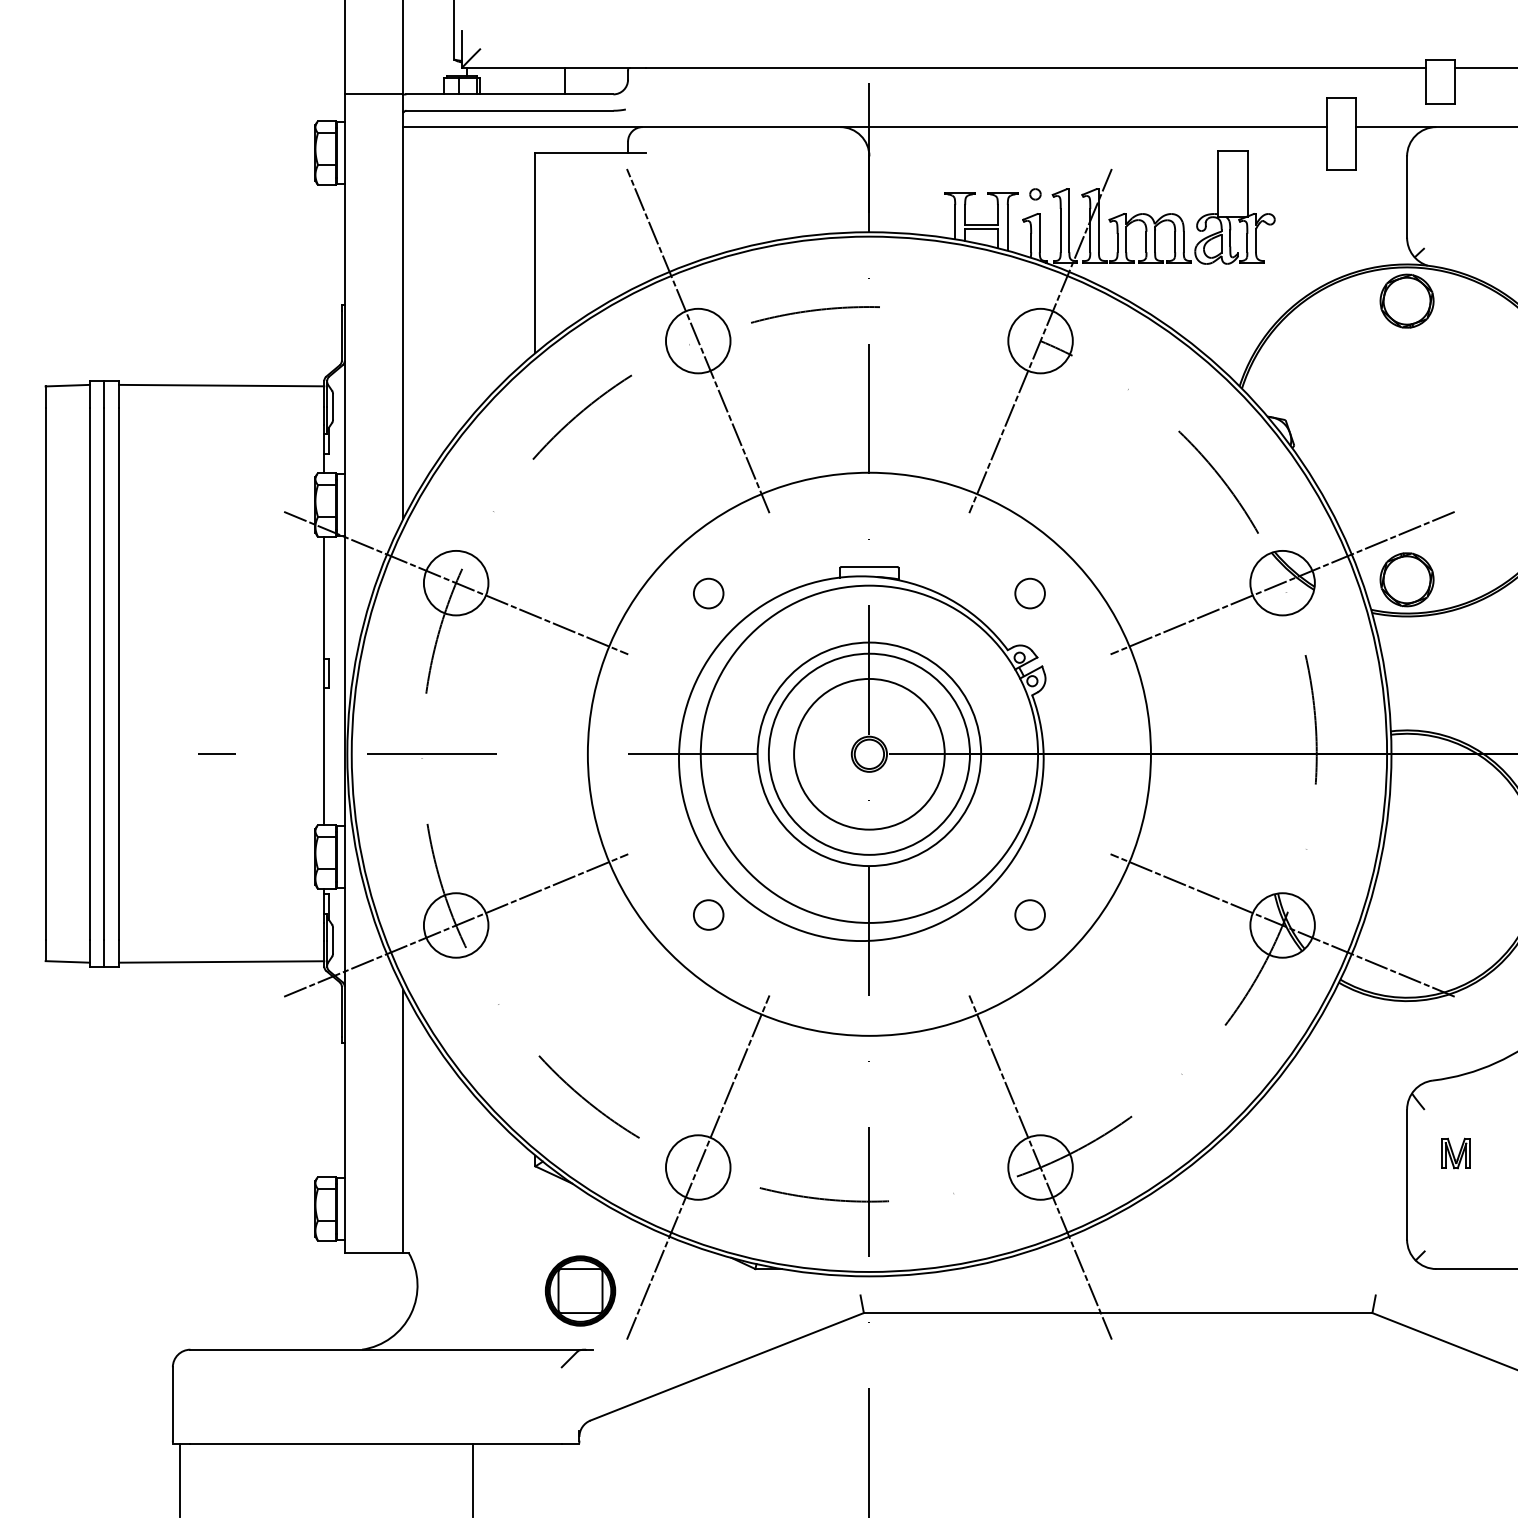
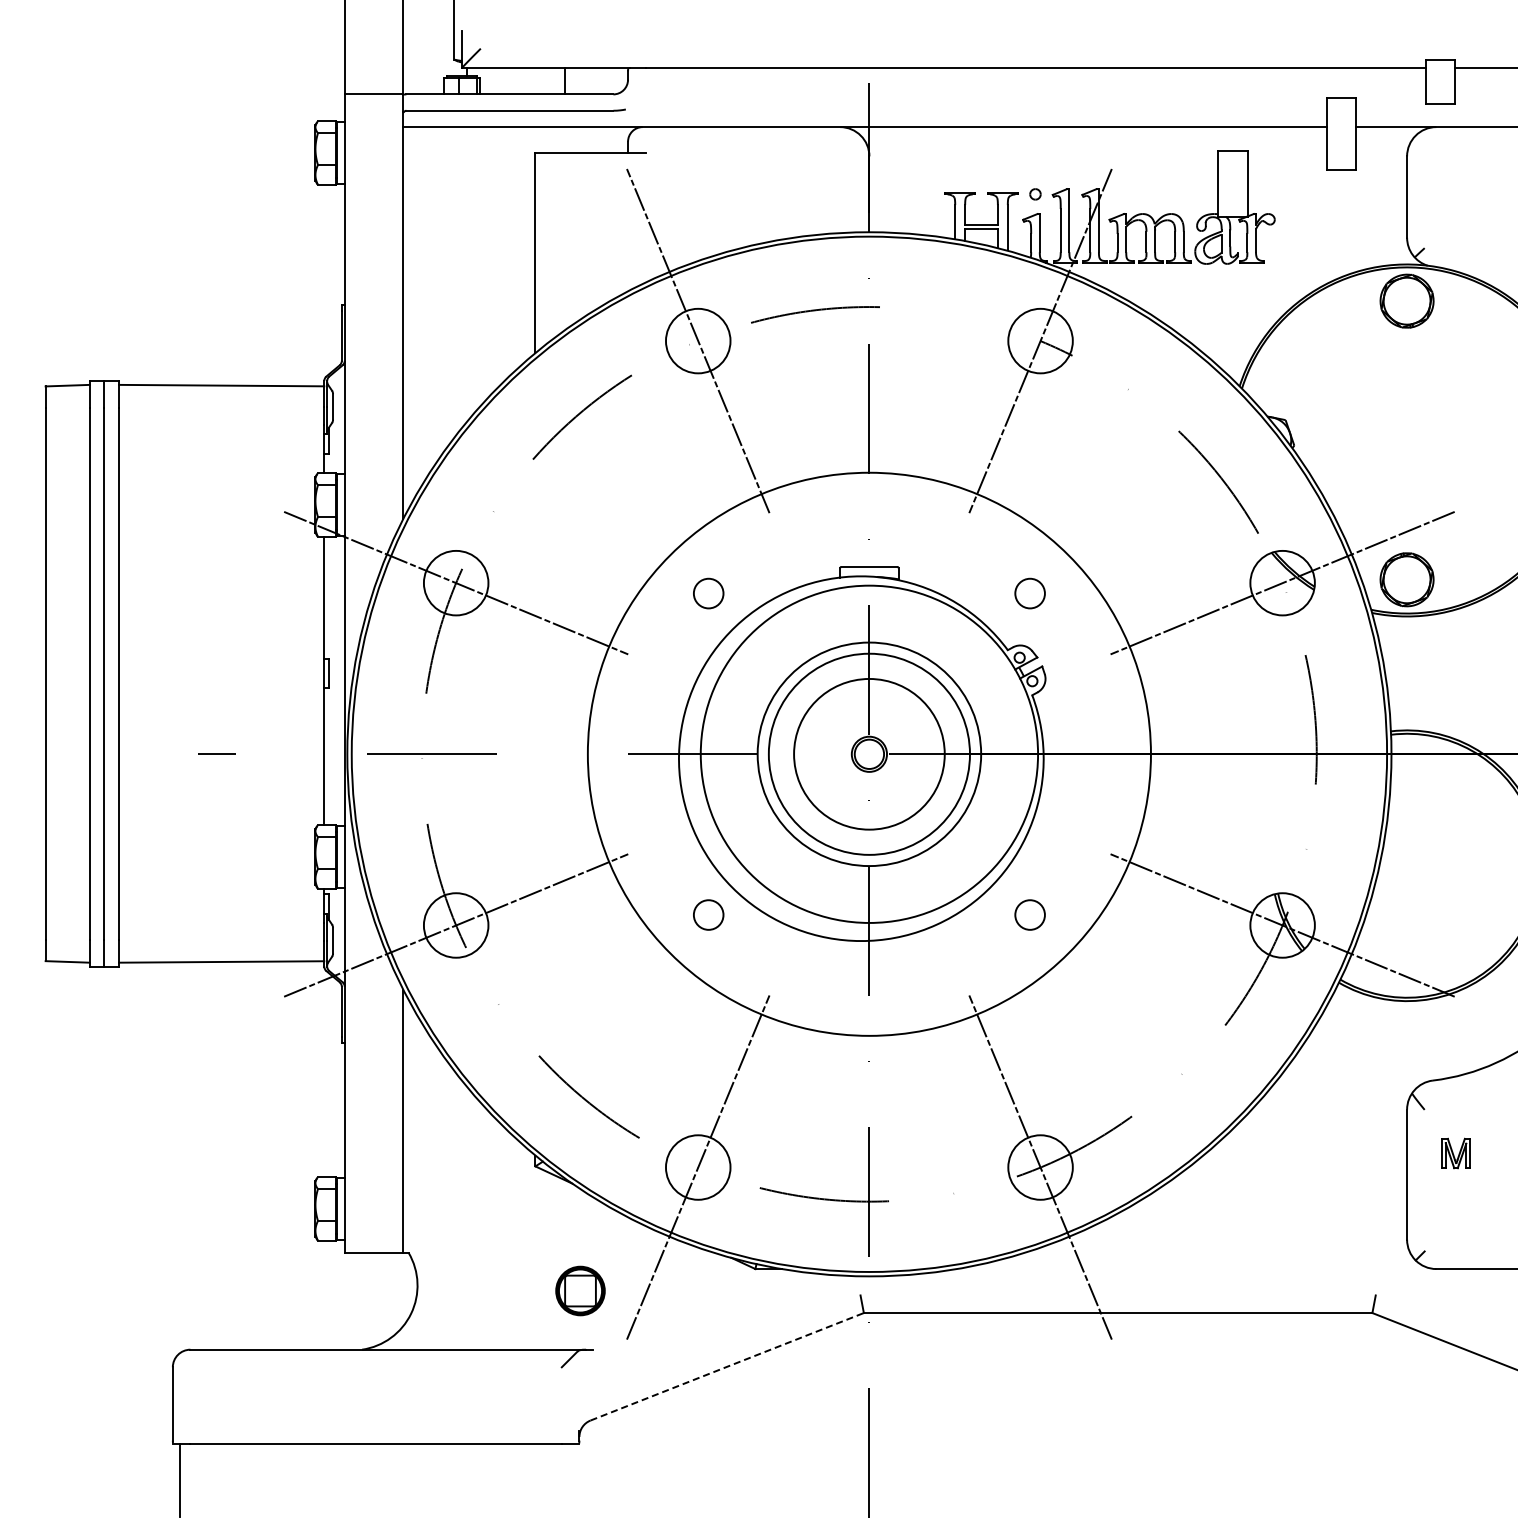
part at (580, 1290) size: 73x72 px -> 51x52 px
line at (727, 1366): solid -> dashed
line at (473, 1479): present -> none
